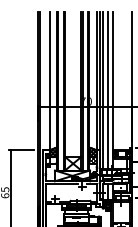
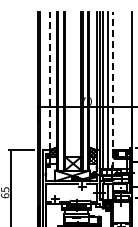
line at (49, 81): solid -> dashed
line at (113, 90): solid -> dashed
